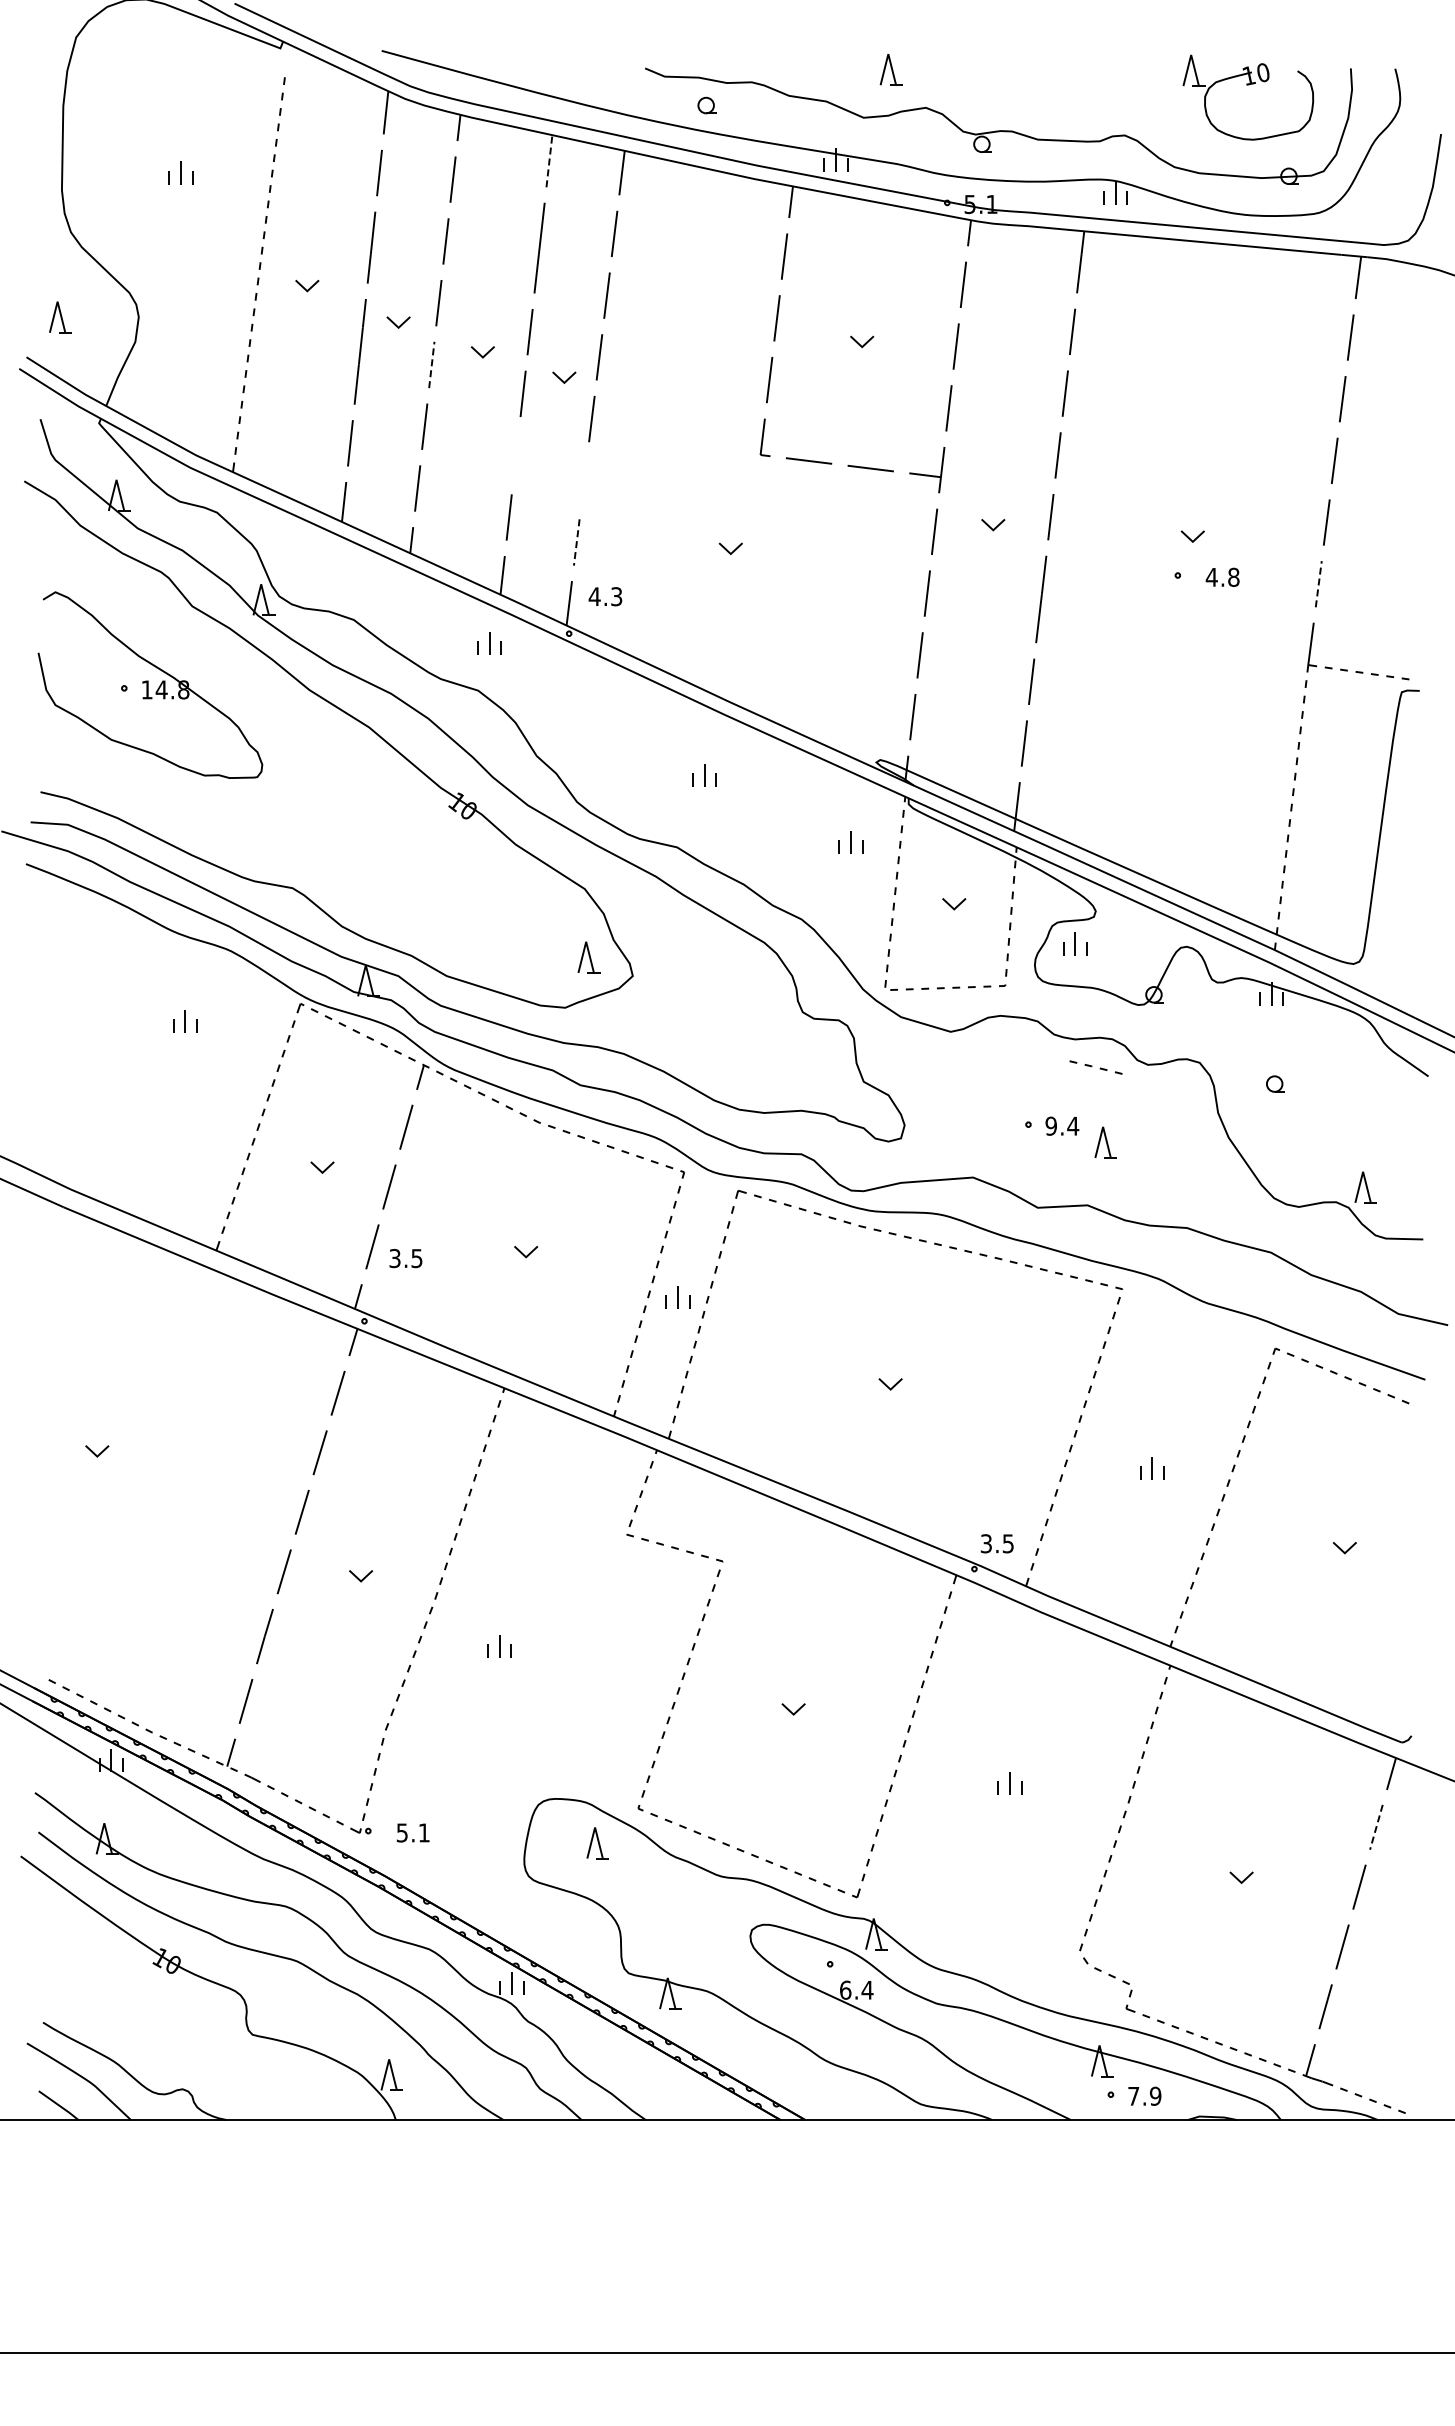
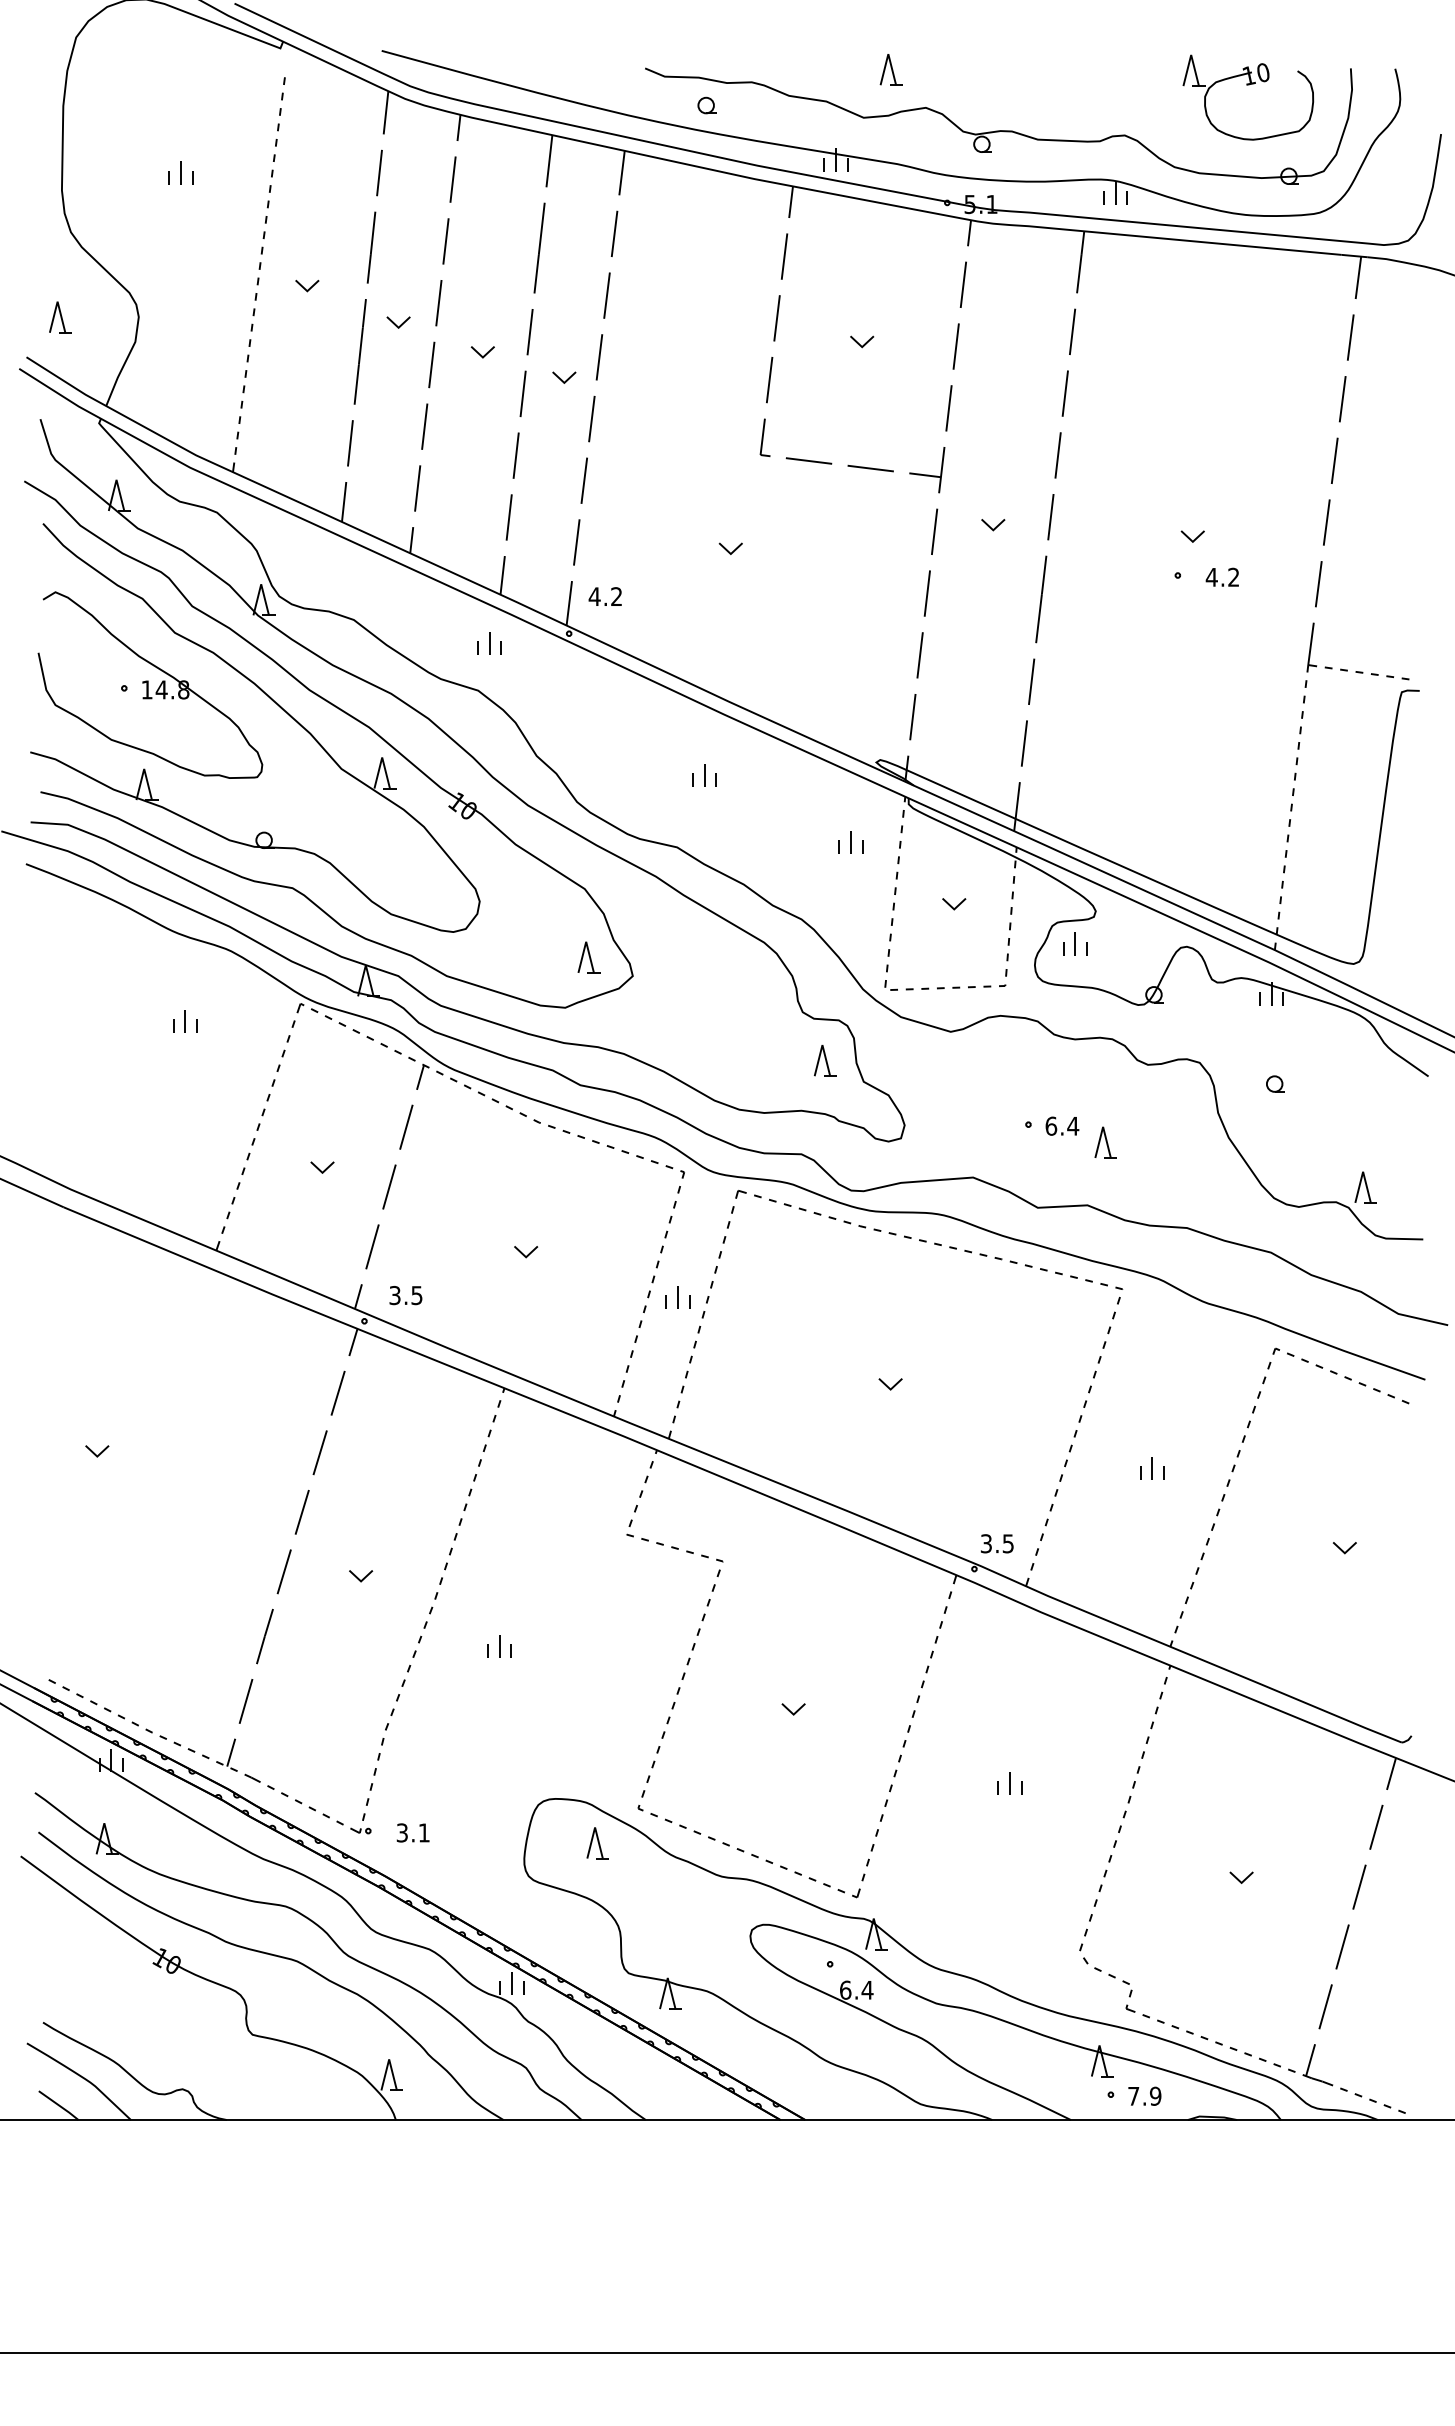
line at (549, 160): dashed -> solid
line at (431, 364): dashed -> solid
line at (515, 455): none -> present
line at (583, 480): none -> present
line at (576, 542): dashed -> solid
text at (1233, 576): 4.8 -> 4.2
line at (1318, 583): dashed -> solid
text at (616, 596): 4.3 -> 4.2
part at (272, 701): none -> present
part at (824, 1060): none -> present
part at (1095, 1067): present -> none
text at (1051, 1125): 9.4 -> 6.4
text at (405, 1258) position: (405, 1258) -> (405, 1295)
line at (1376, 1827): dashed -> solid
text at (402, 1832): 5.1 -> 3.1
